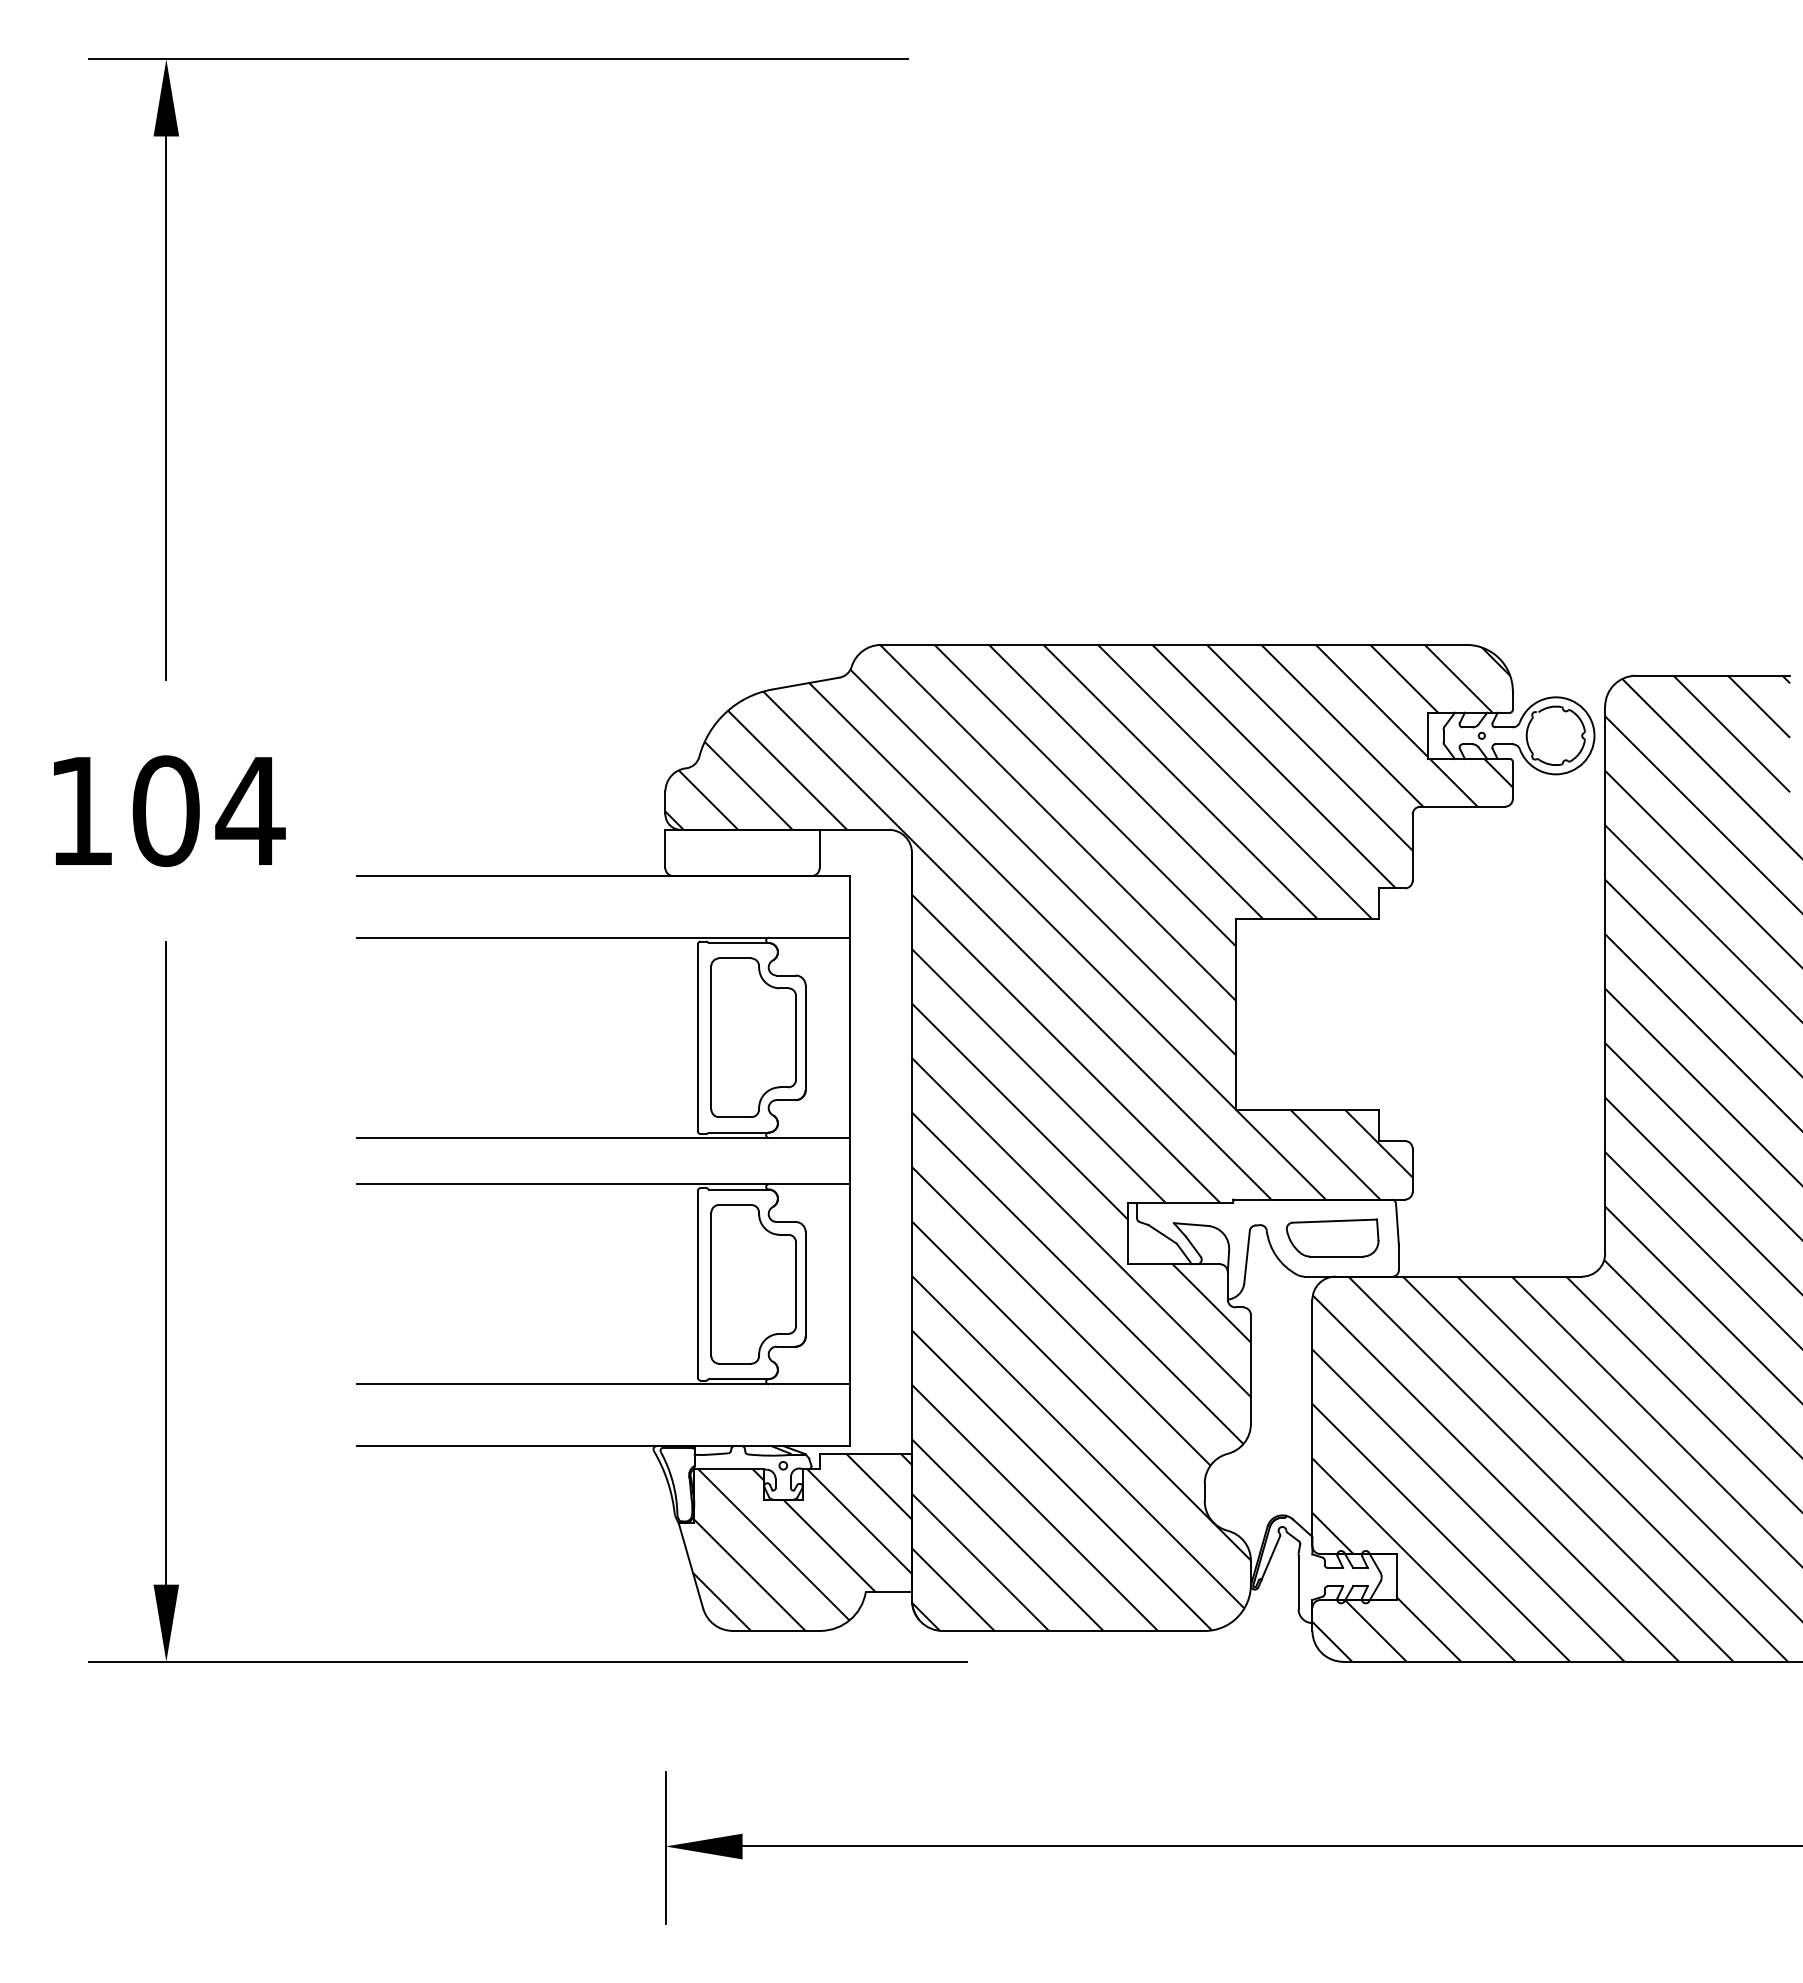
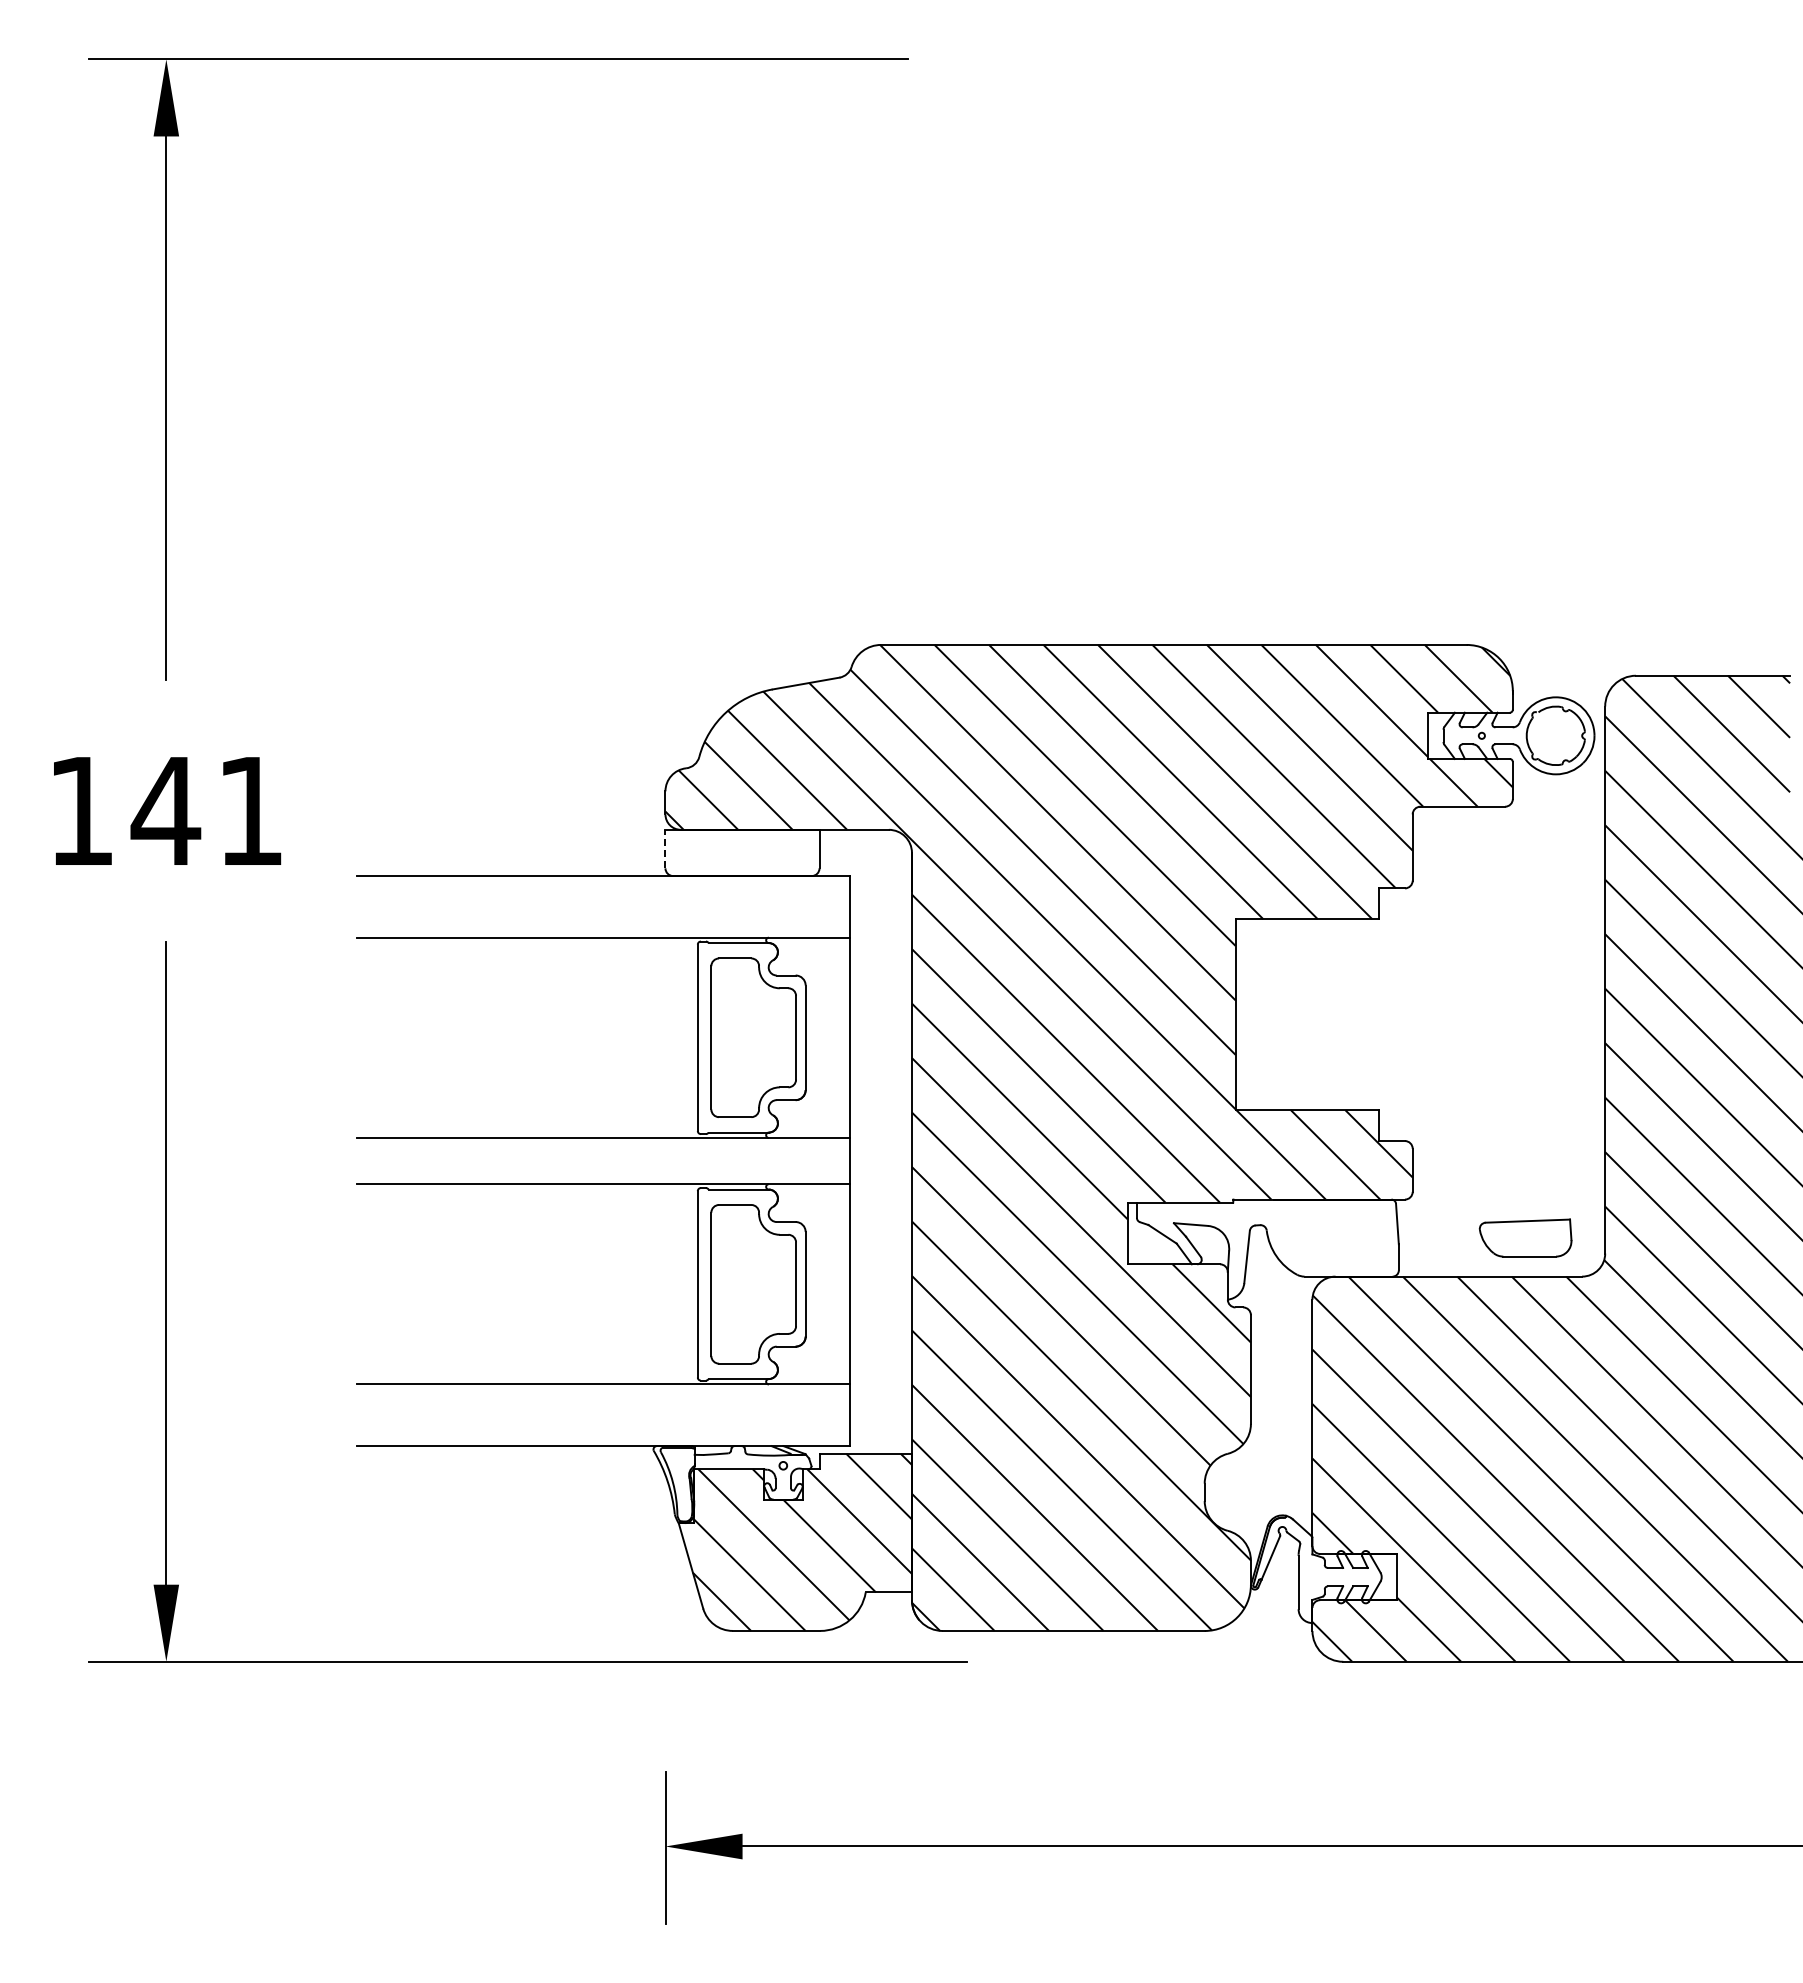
text at (207, 811): 104 -> 141
line at (665, 848): solid -> dashed
part at (1332, 1237) position: (1332, 1237) -> (1525, 1237)
